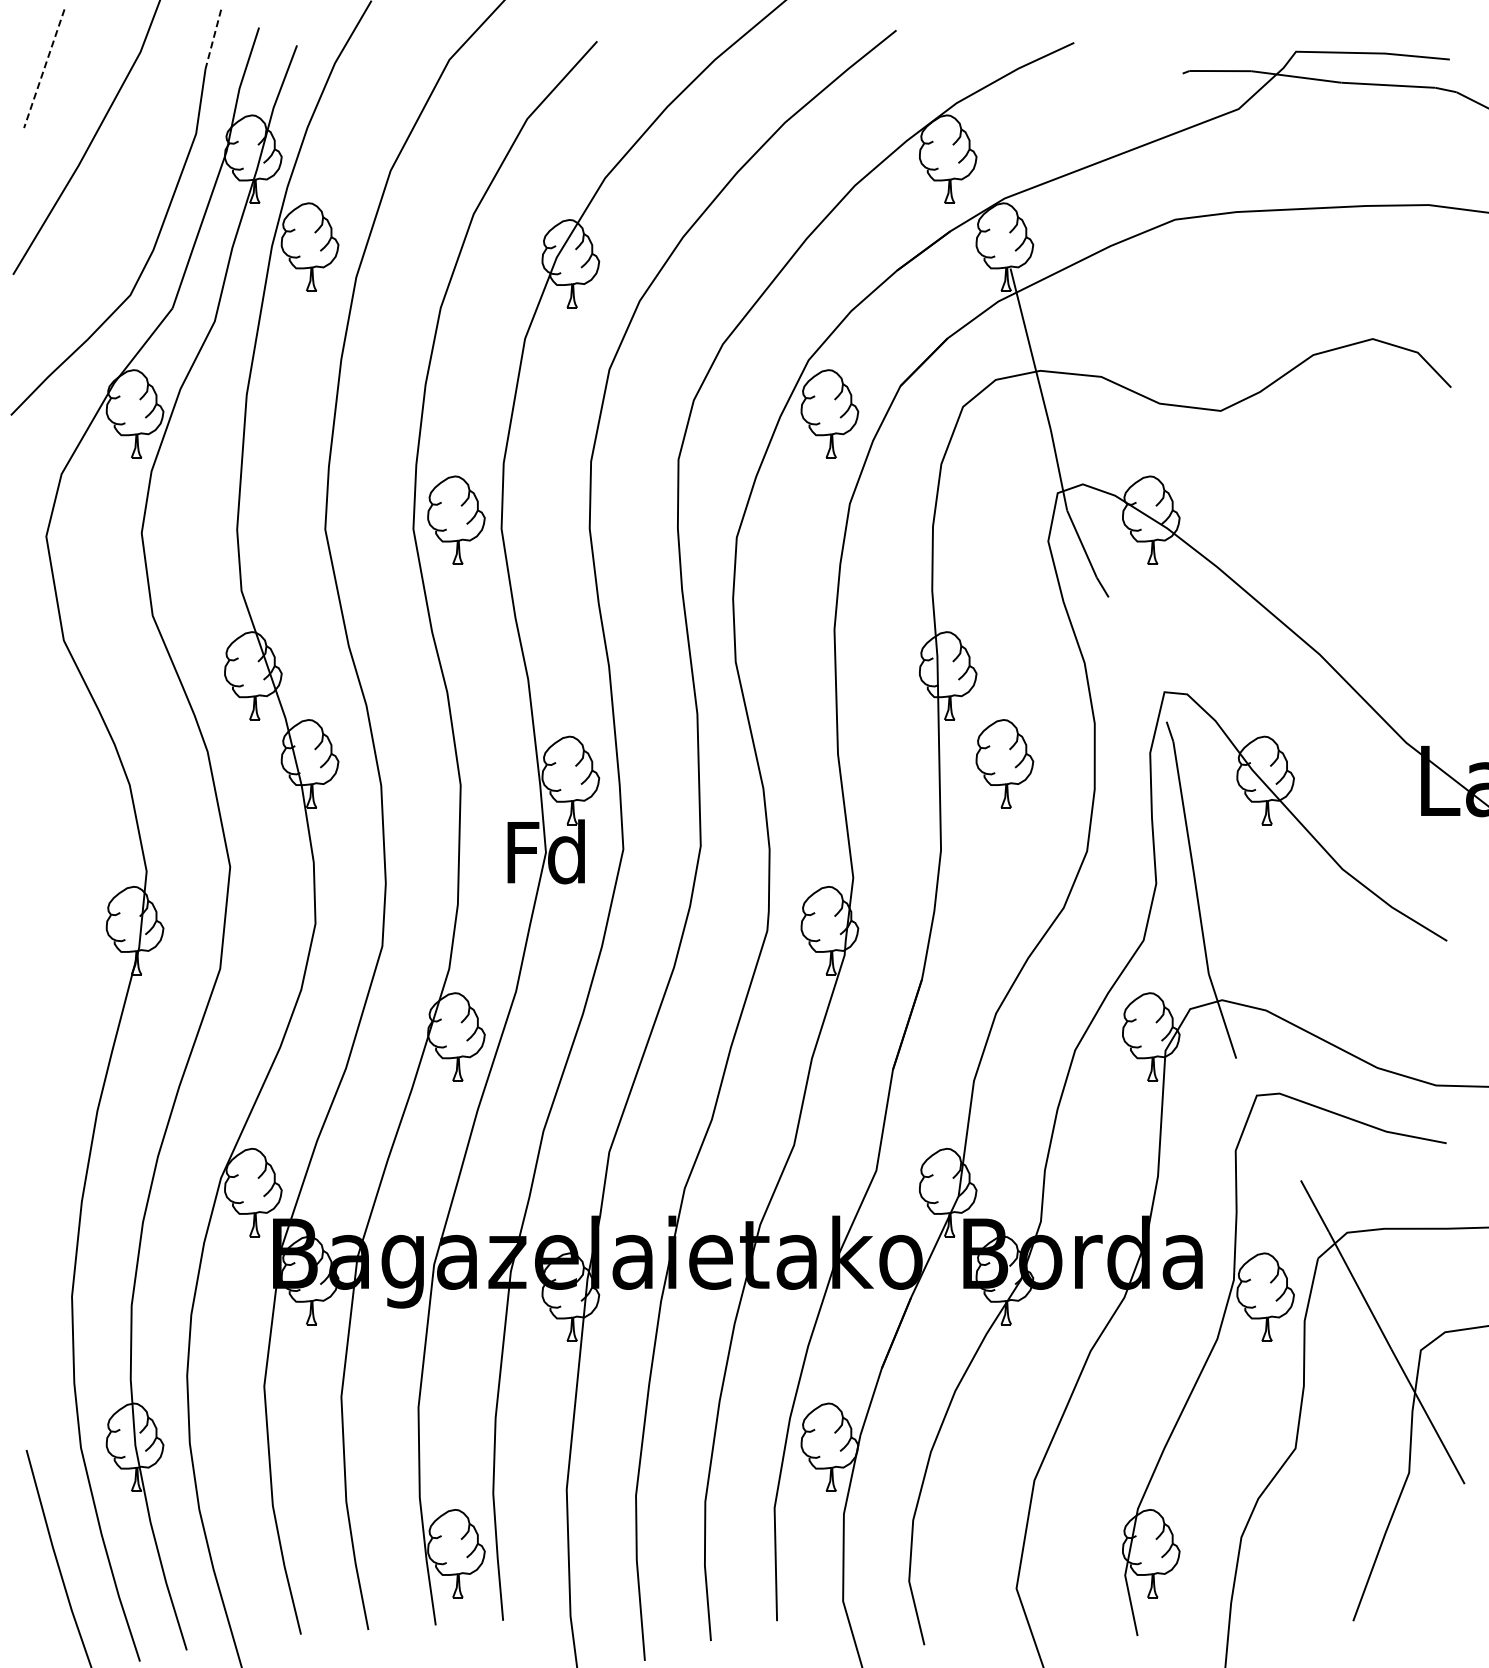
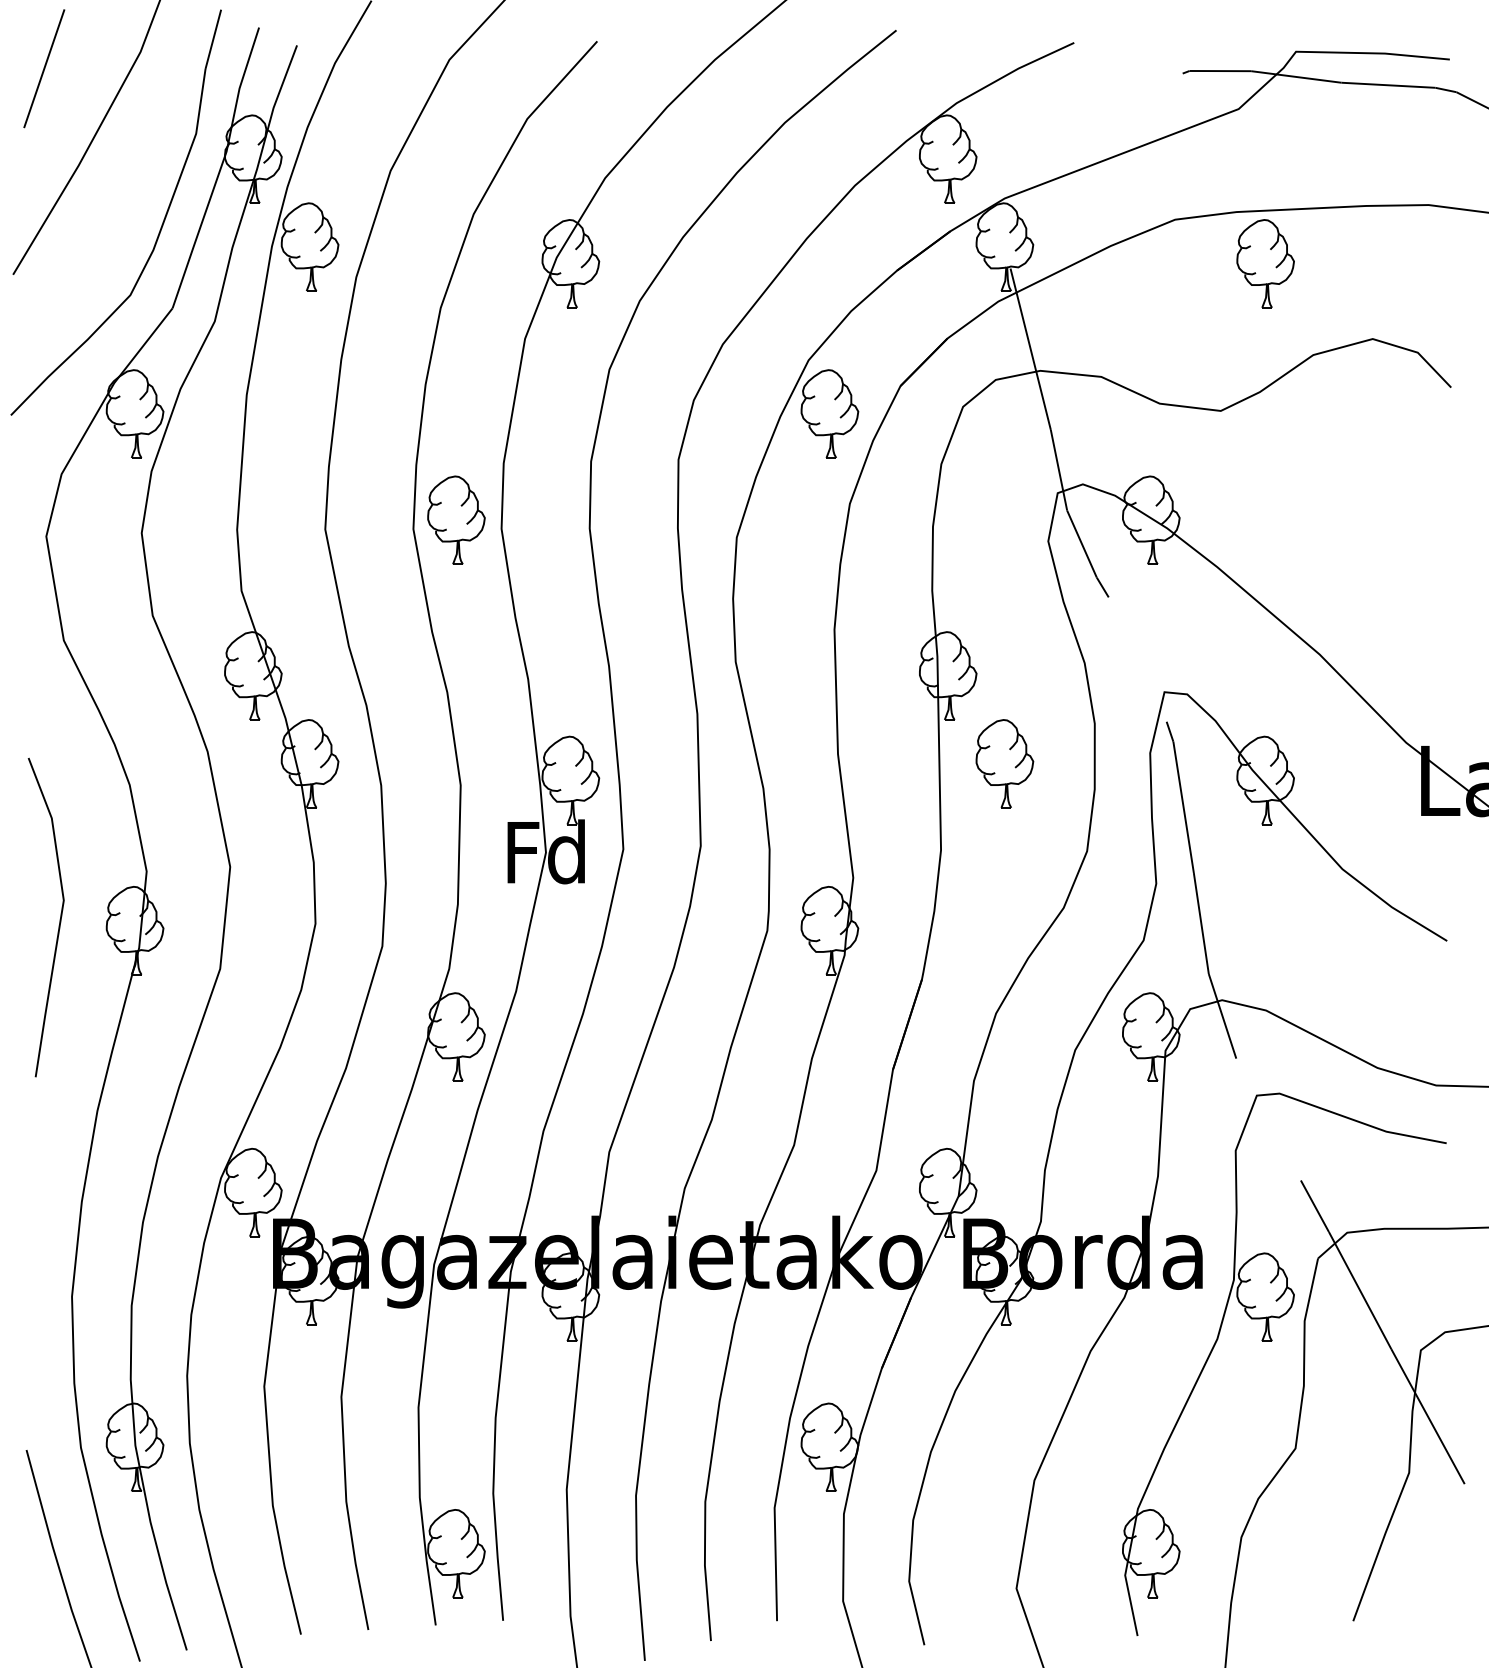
line at (213, 39): dashed -> solid
line at (44, 68): dashed -> solid
part at (1265, 263): none -> present
line at (59, 919): none -> present
